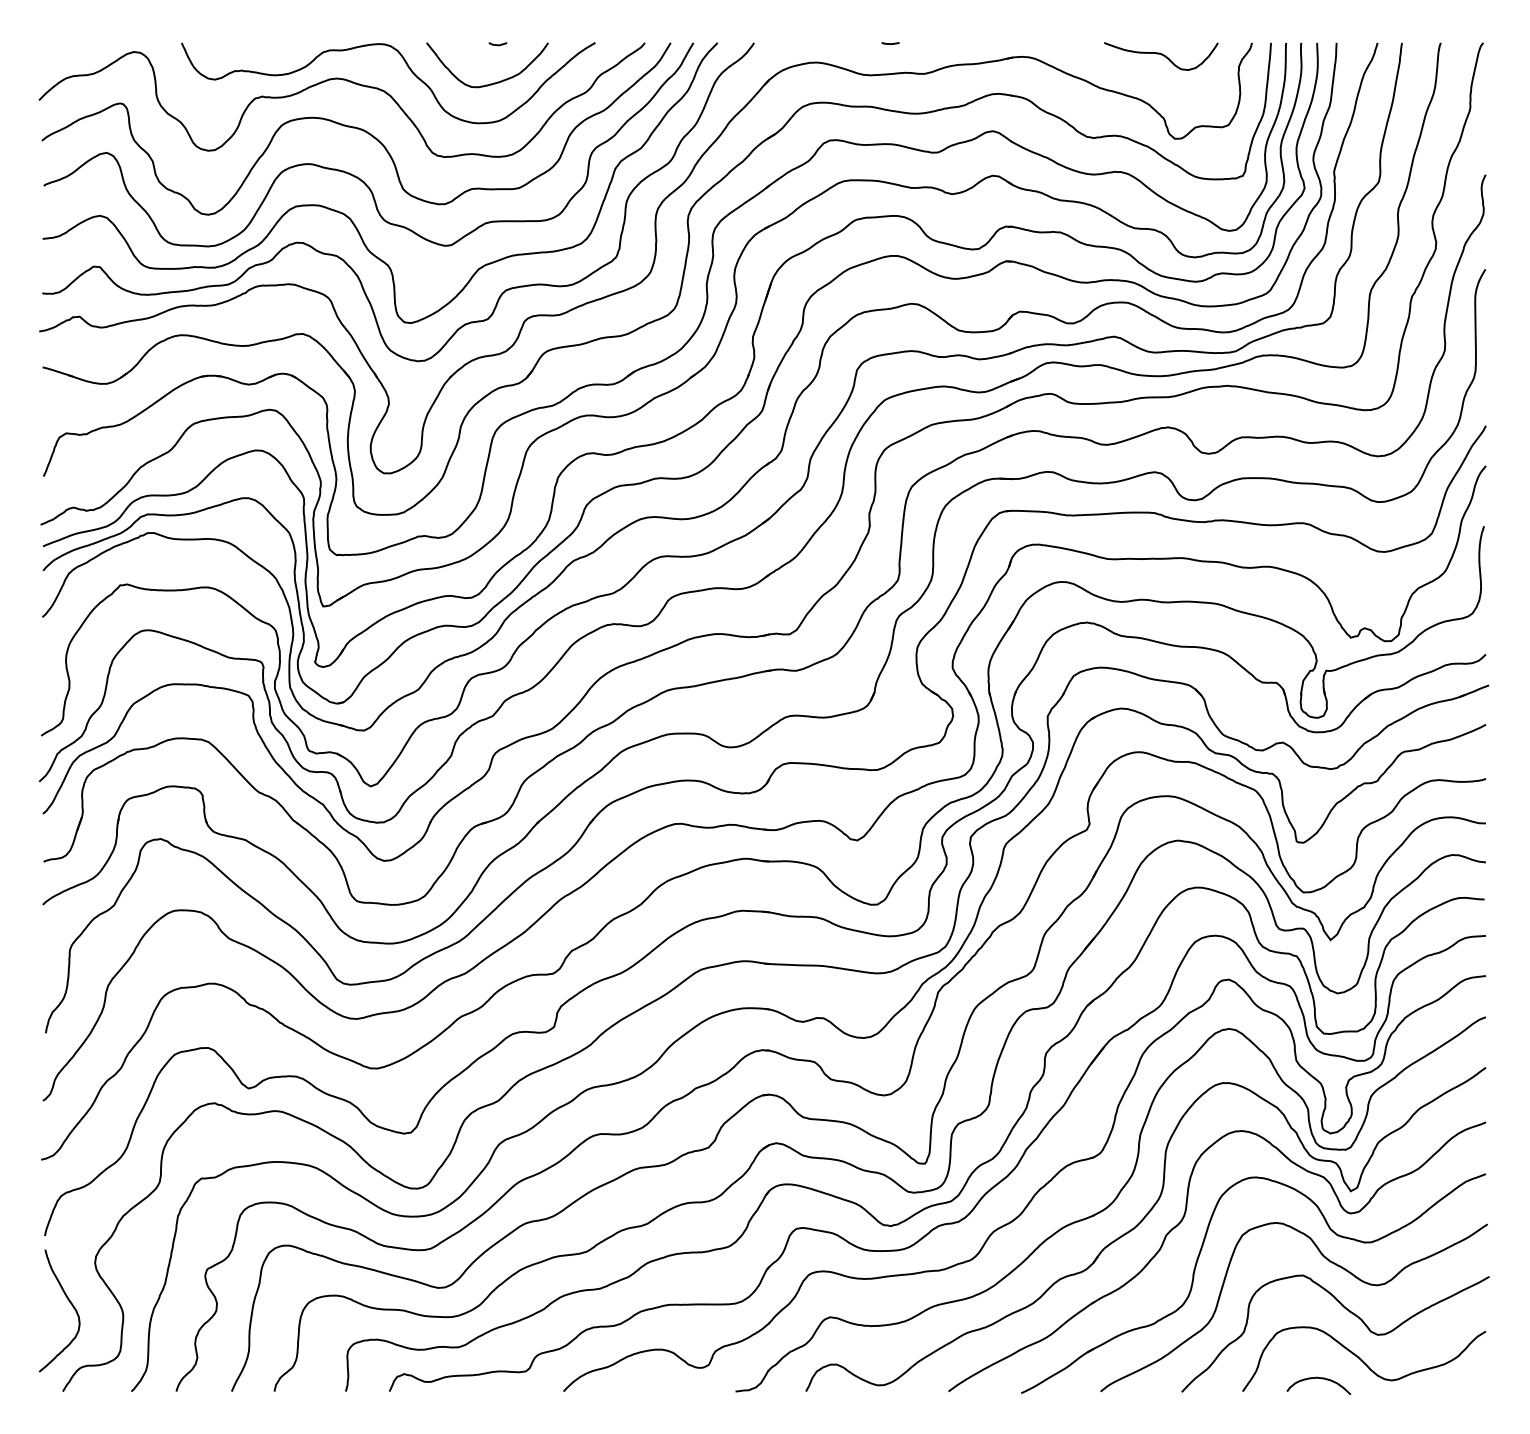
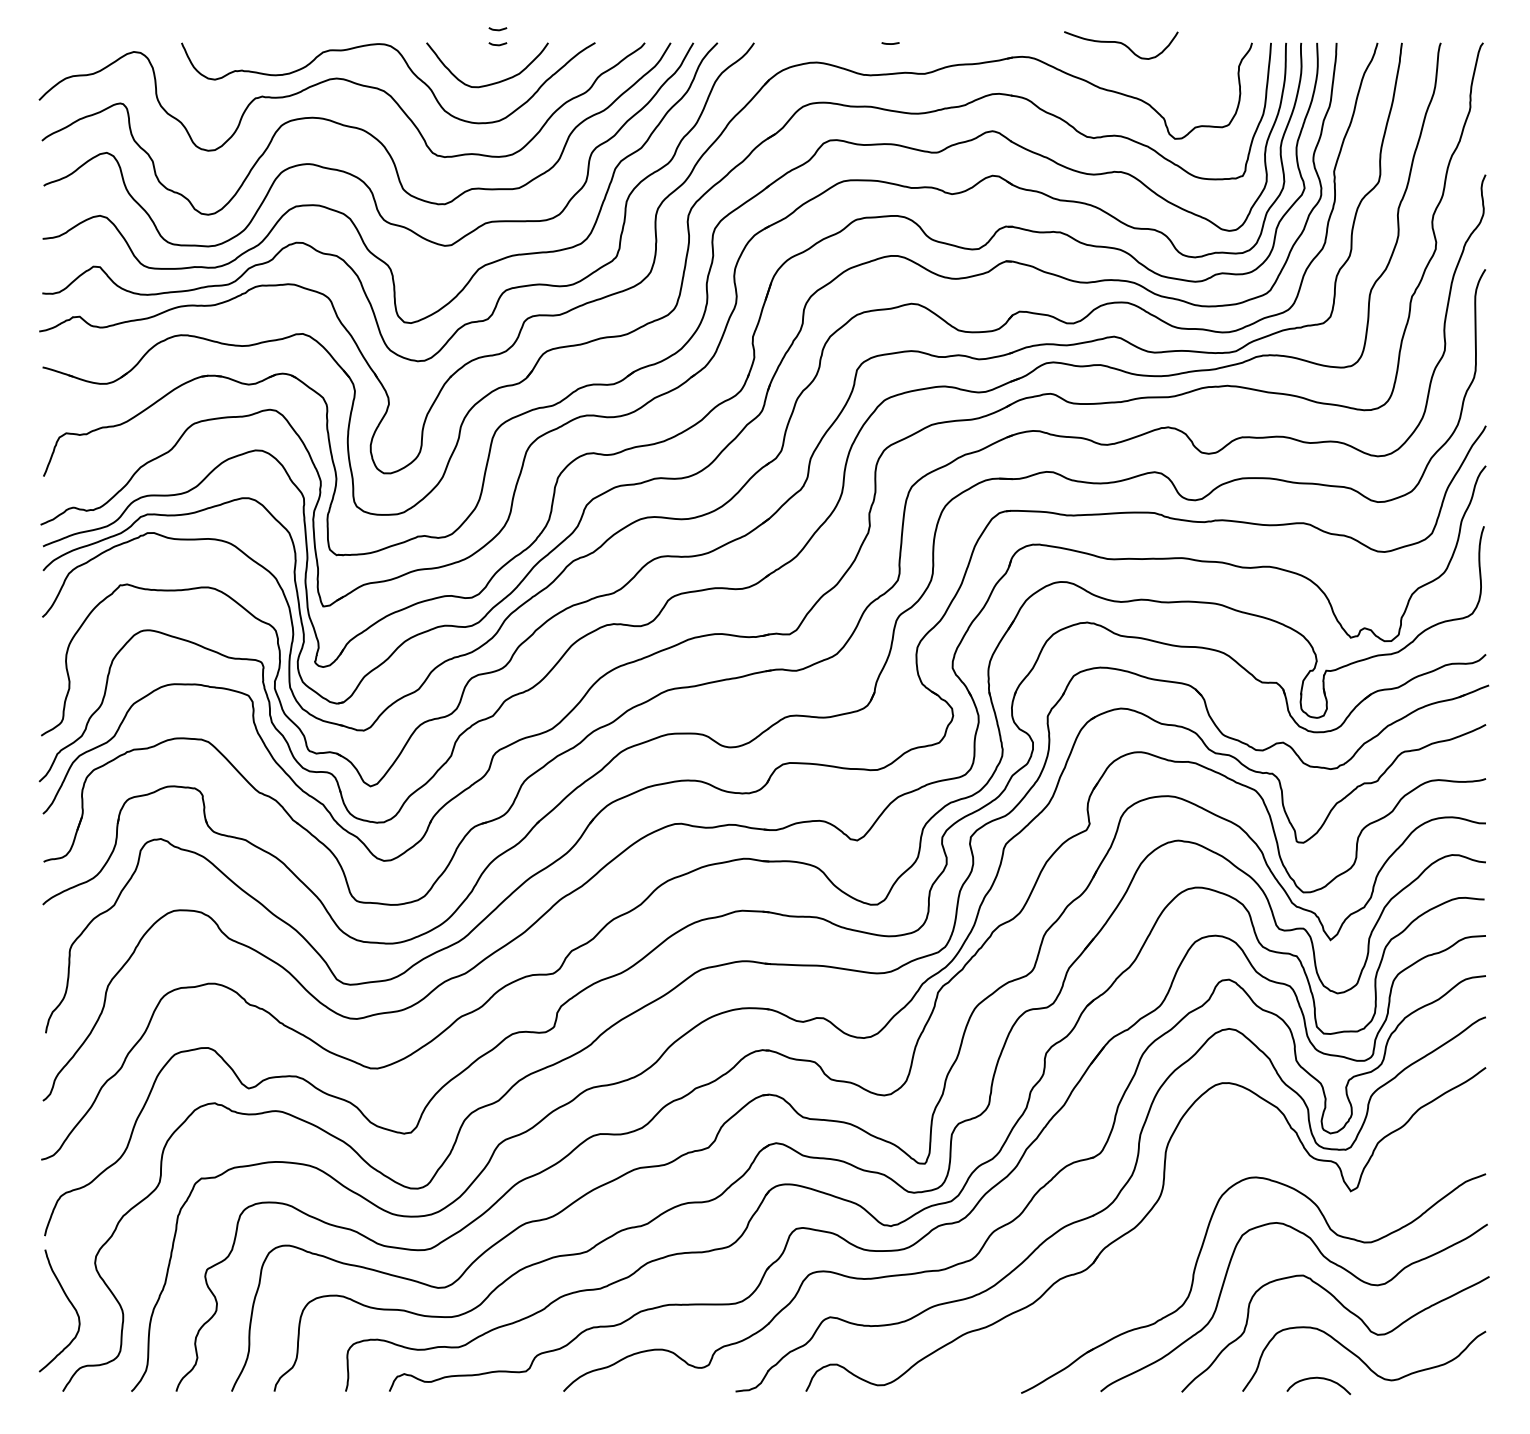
curve at (497, 29): none -> present
curve at (1161, 55) position: (1161, 55) -> (1121, 44)
part at (1182, 1221): present -> none
